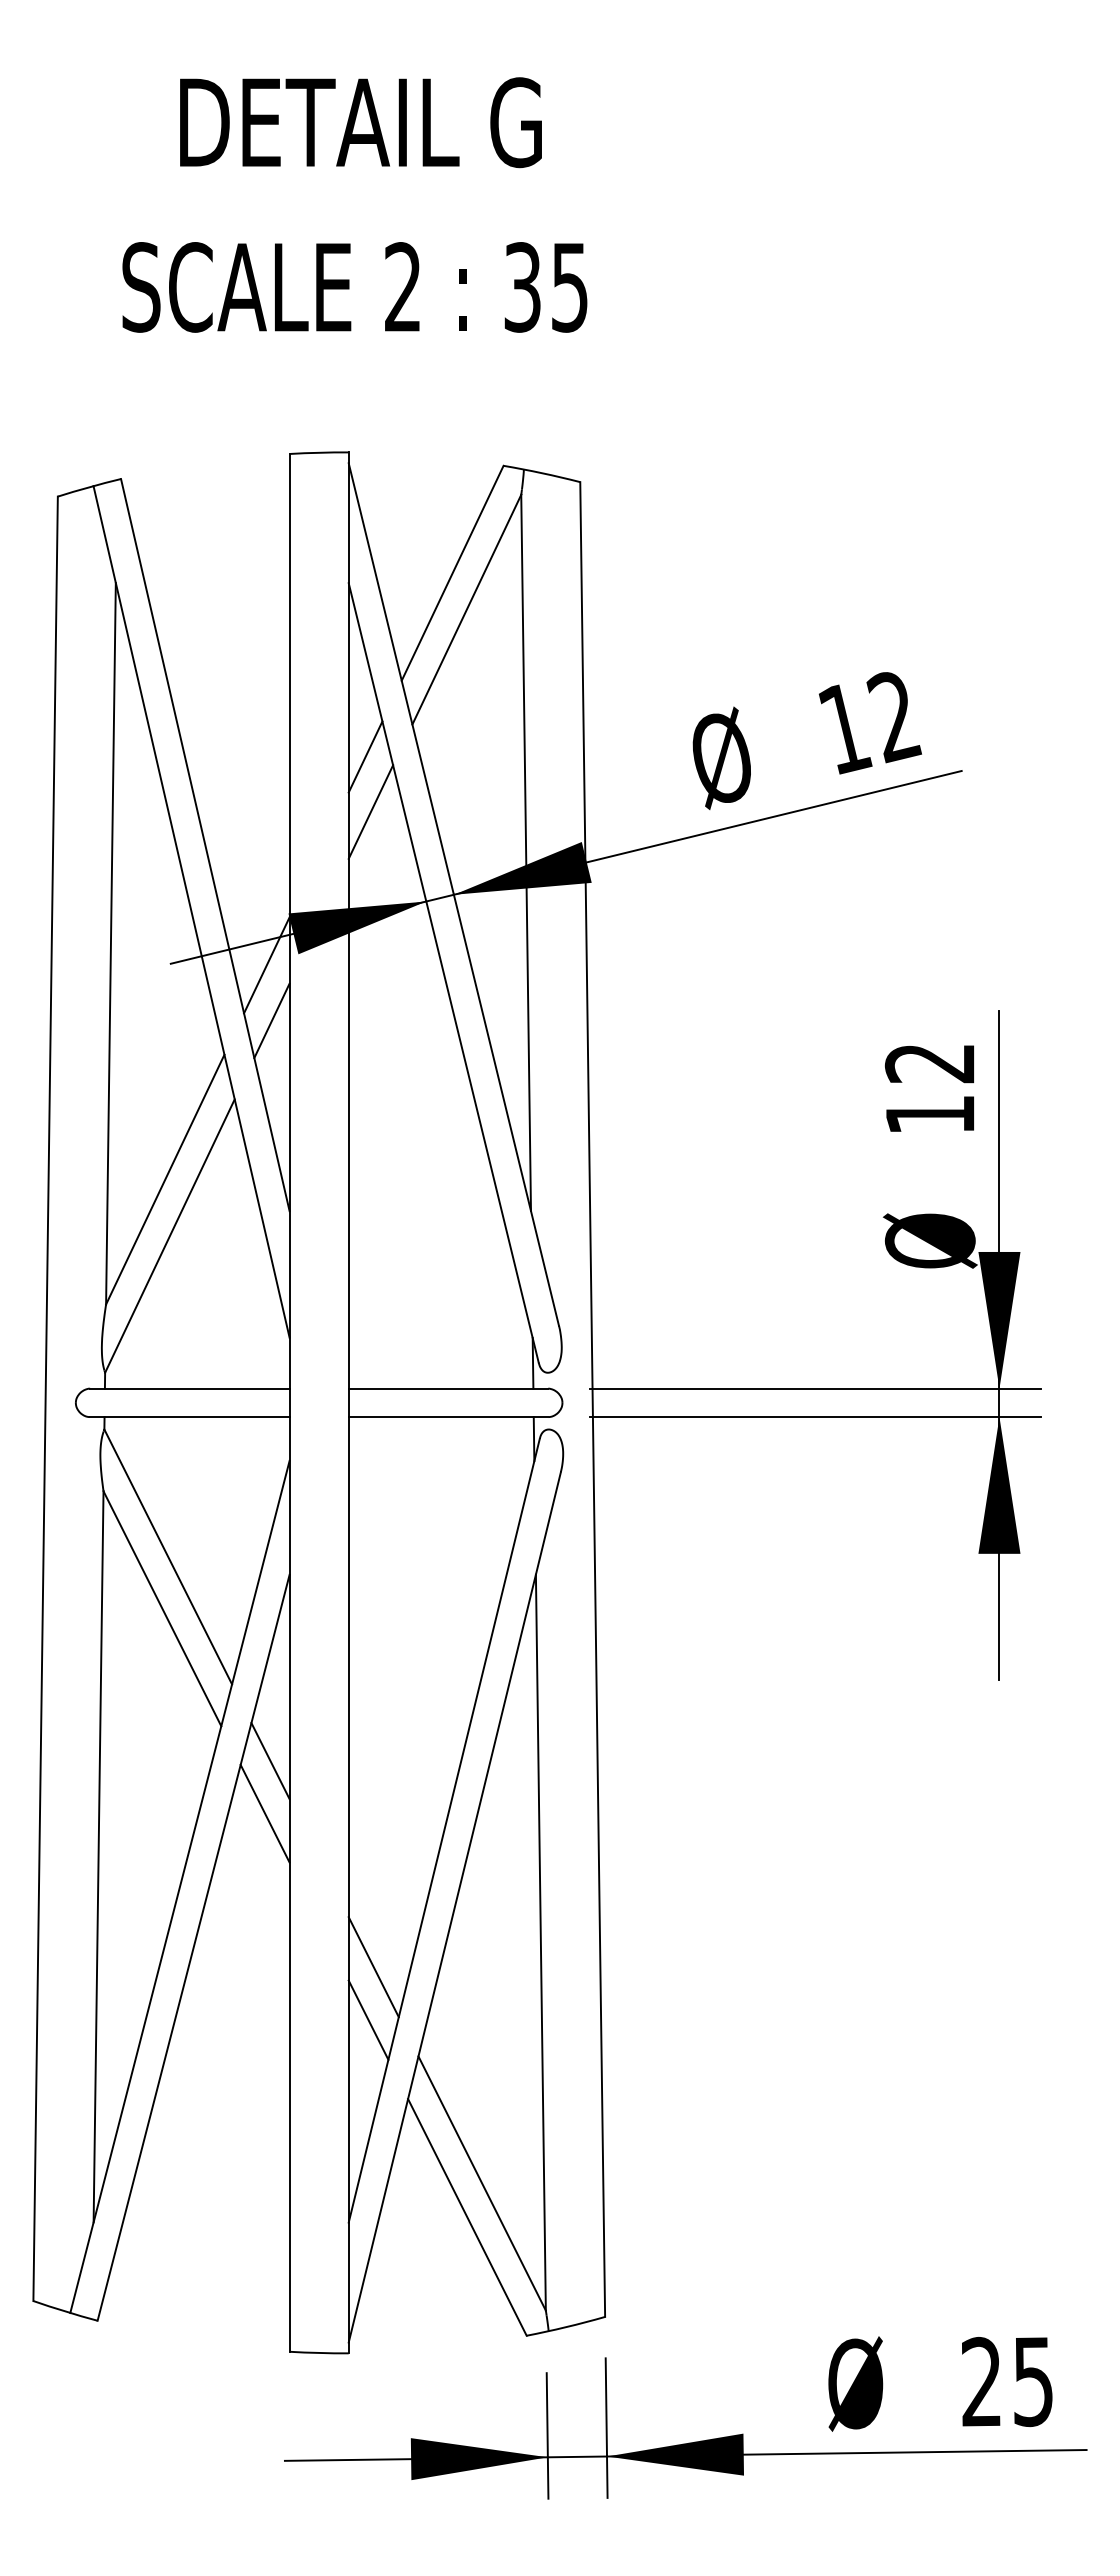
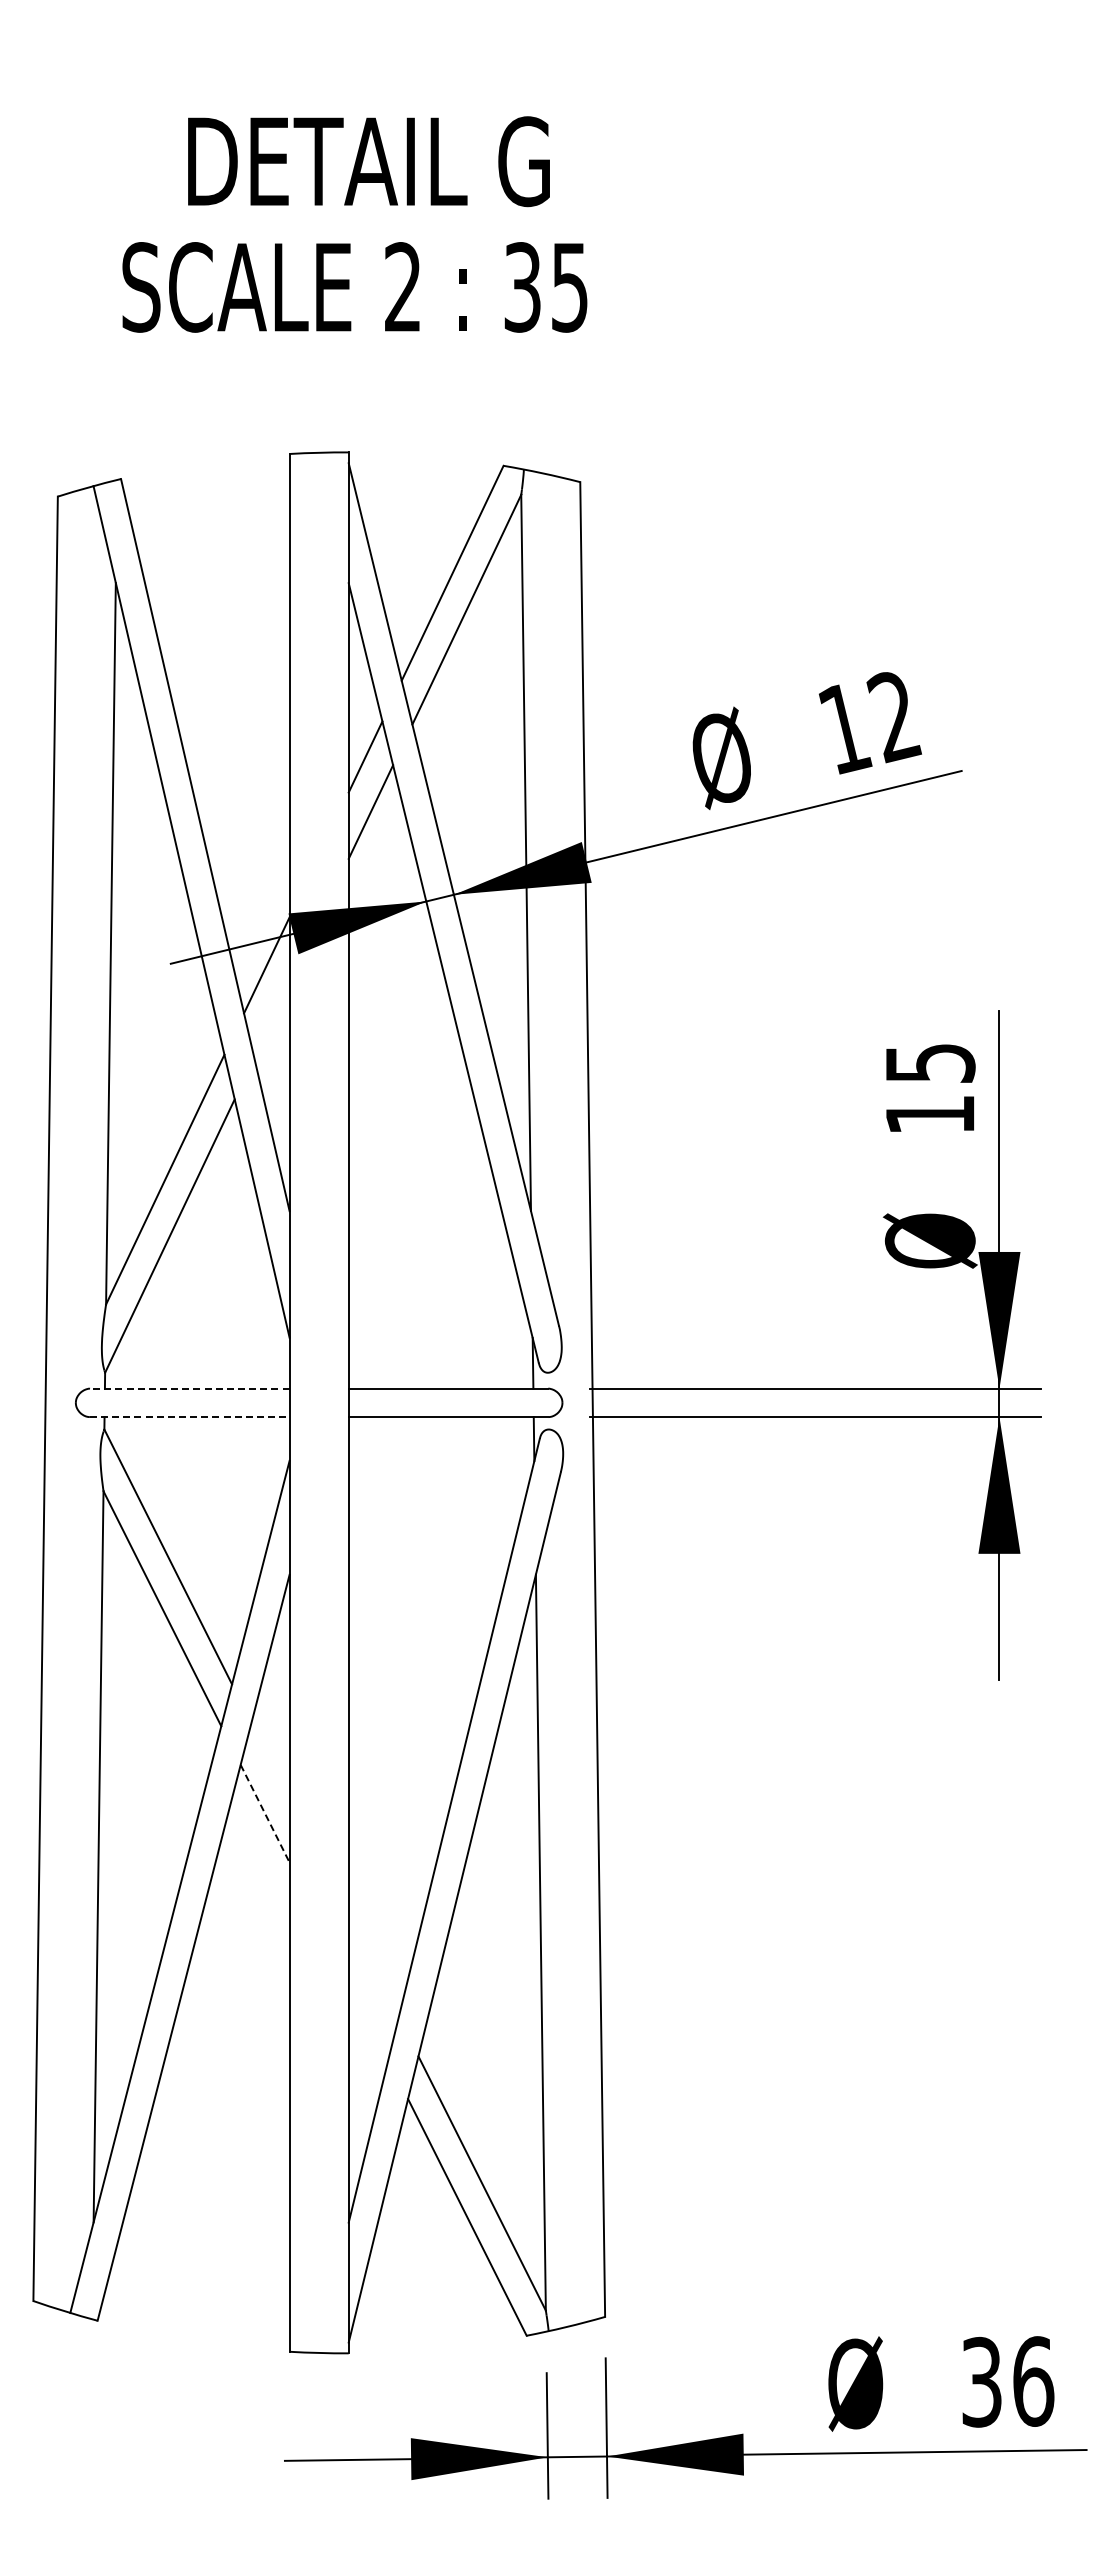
text at (360, 122) position: (360, 122) -> (368, 161)
line at (271, 1020): present -> none
text at (929, 1063): 12 -> 15
line at (189, 1388): solid -> dashed
line at (189, 1417): solid -> dashed
line at (270, 1761): present -> none
line at (265, 1813): solid -> dashed
line at (373, 1967): present -> none
line at (368, 2019): present -> none
text at (1008, 2381): 25 -> 36
